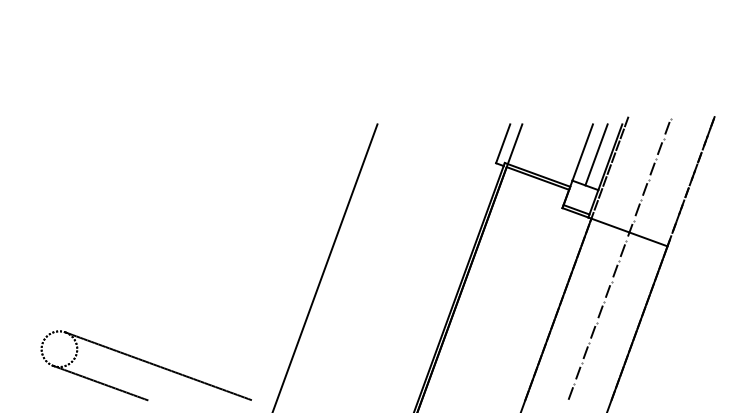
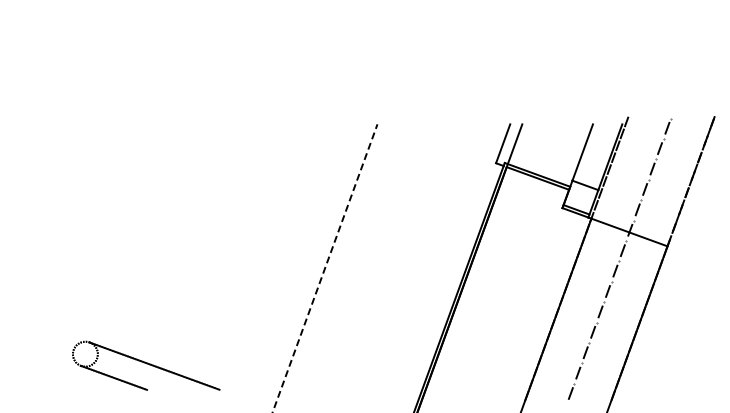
line at (596, 154): present -> none
line at (325, 268): solid -> dashed
part at (145, 365) size: 212x72 px -> 149x51 px
